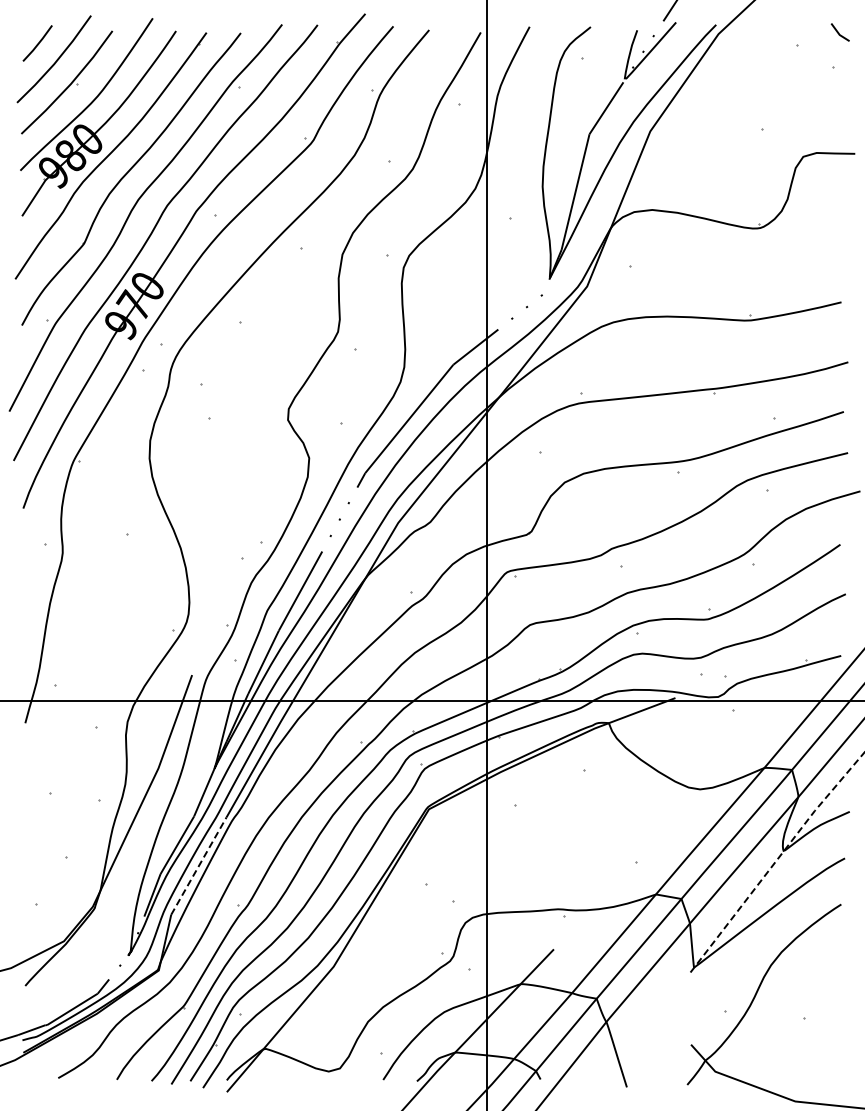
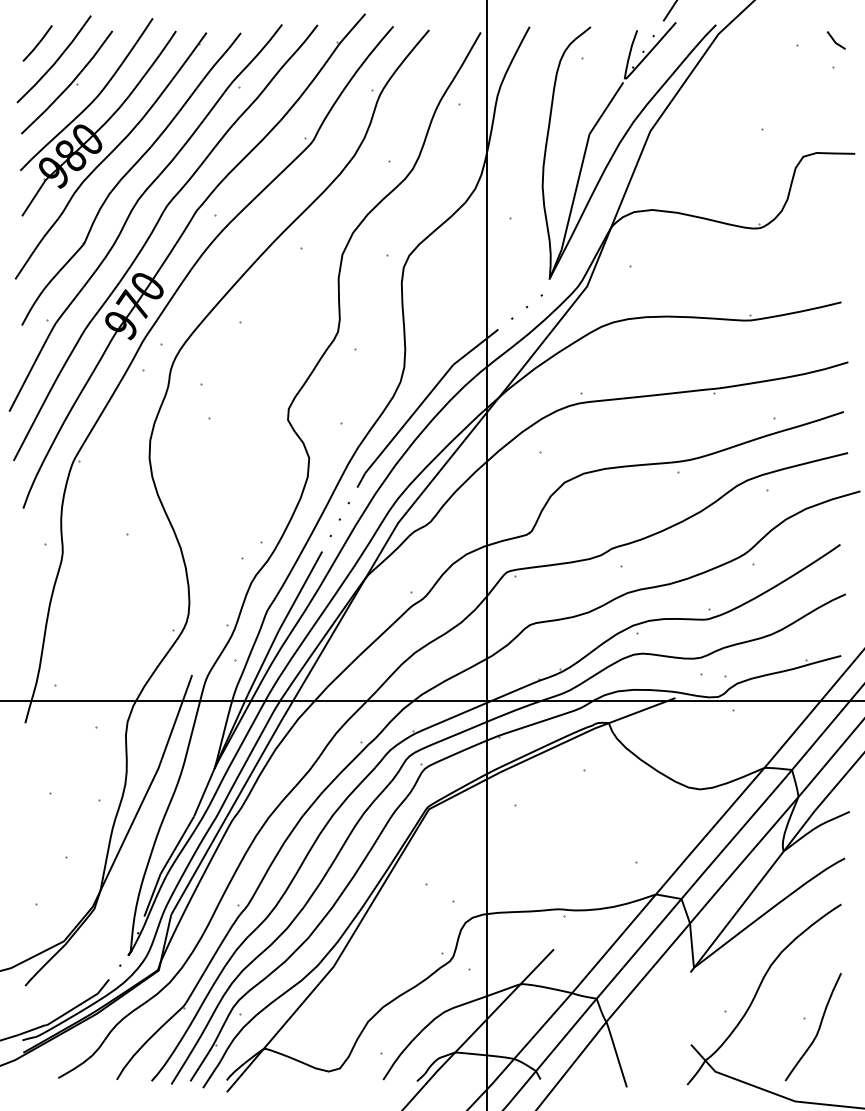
line at (839, 32) position: (839, 32) -> (835, 40)
line at (776, 860): dashed -> solid
line at (199, 865): dashed -> solid
curve at (817, 1030): none -> present
